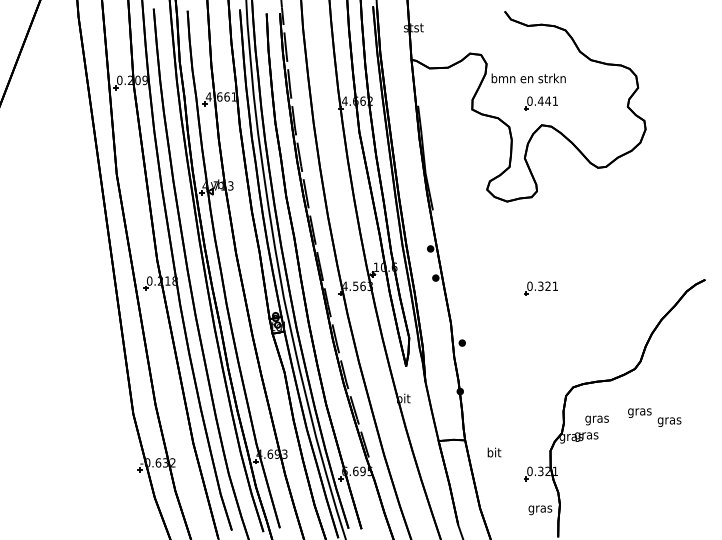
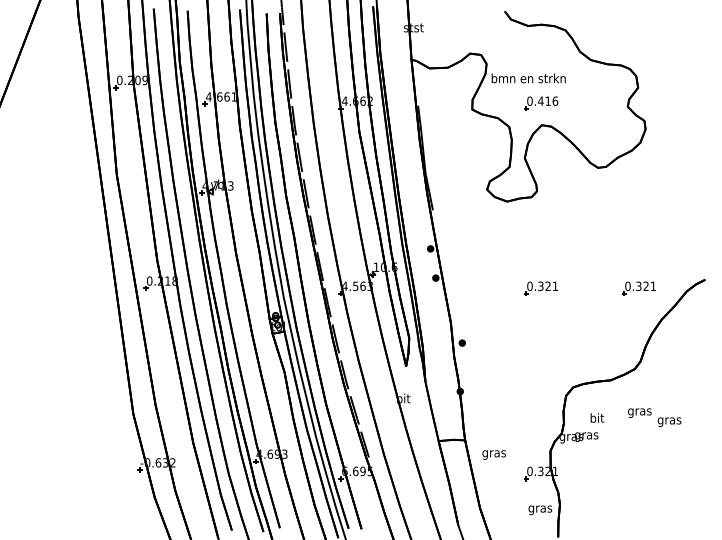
text at (551, 100): 0.441 -> 0.416
part at (638, 288): none -> present
text at (596, 419): gras -> bit
text at (493, 453): bit -> gras
